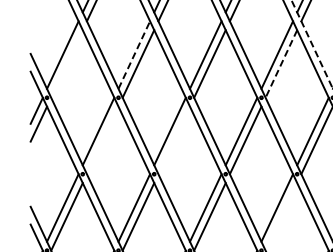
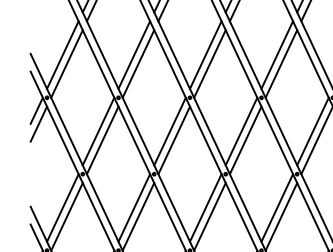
line at (311, 43): dashed -> solid
line at (134, 54): dashed -> solid
line at (66, 63): none -> present
line at (281, 64): dashed -> solid
line at (102, 140): none -> present
line at (173, 140): none -> present
line at (281, 215): none -> present
